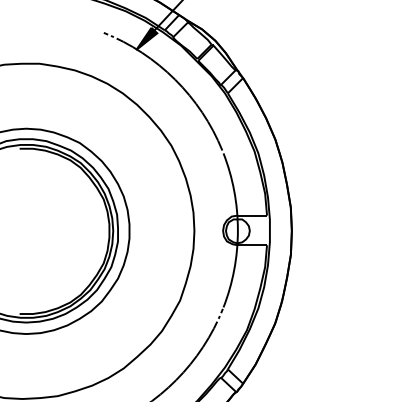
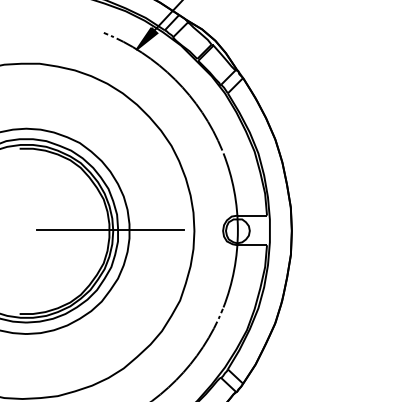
line at (109, 230): none -> present
